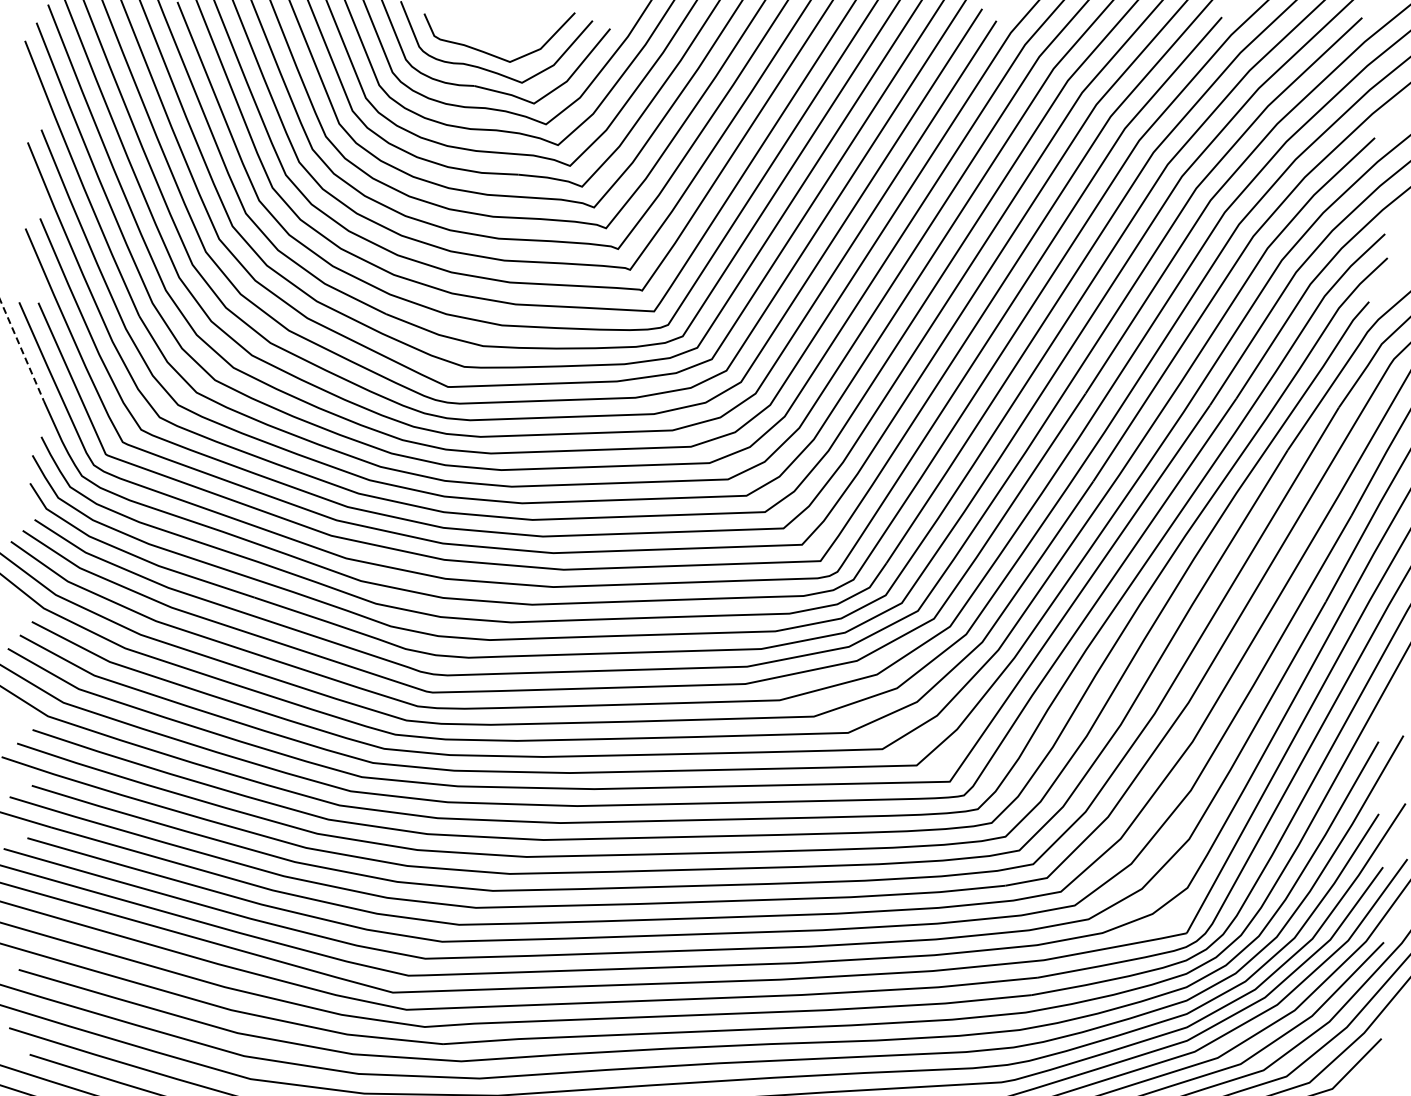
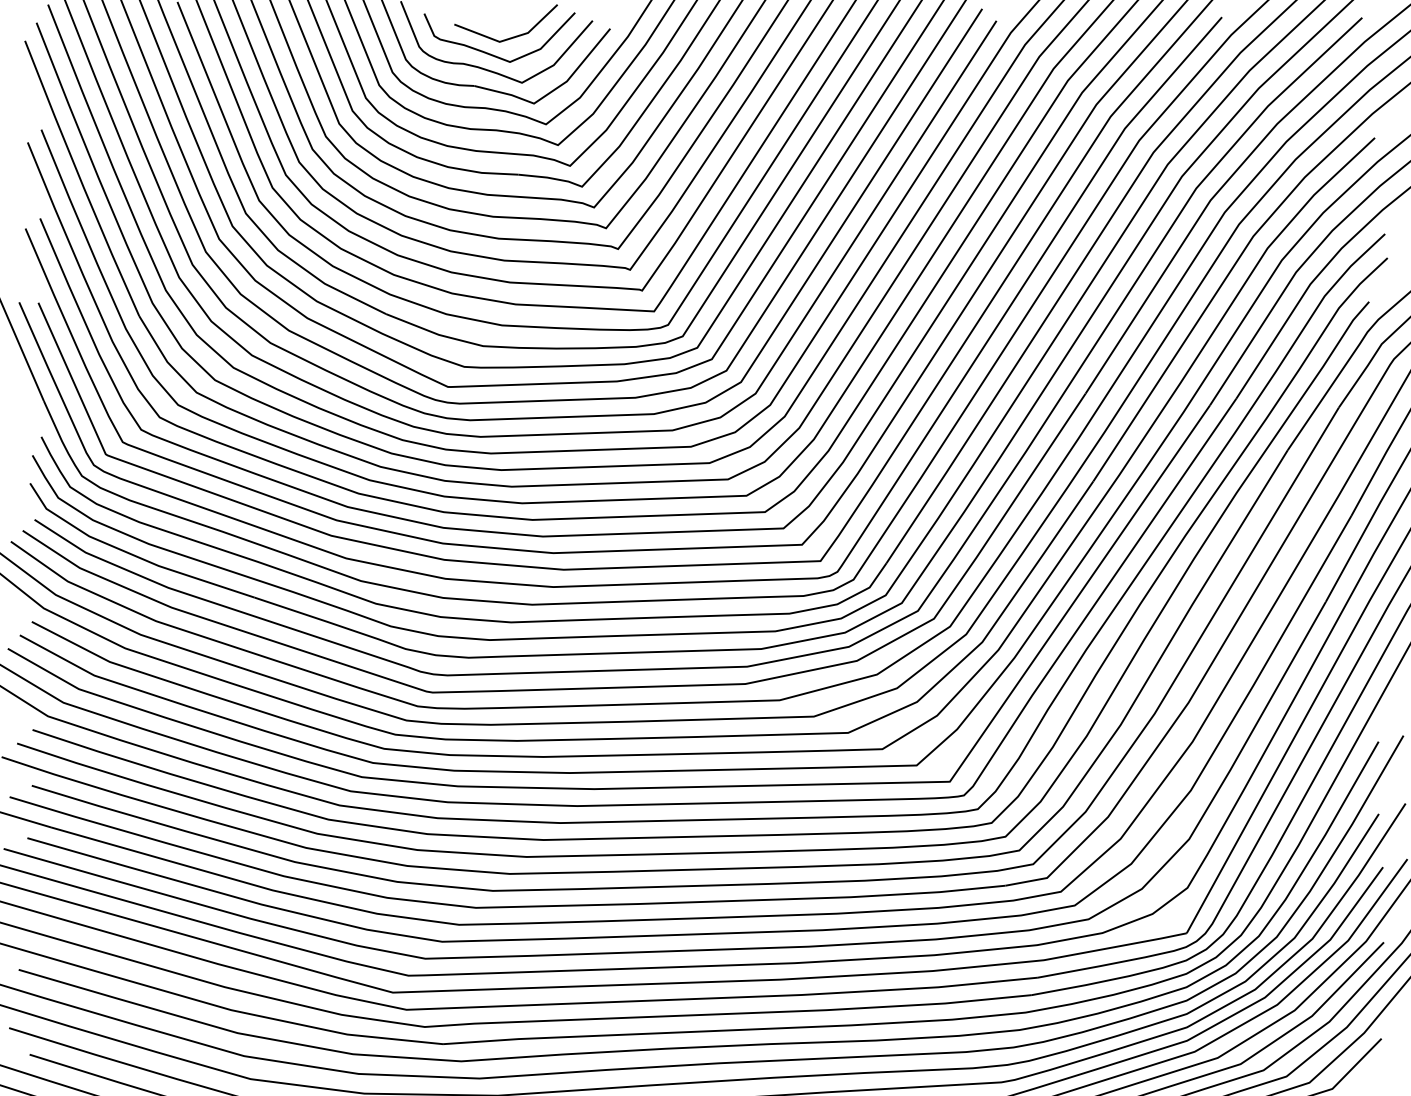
line at (509, 37): none -> present
line at (22, 350): dashed -> solid
